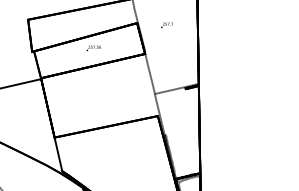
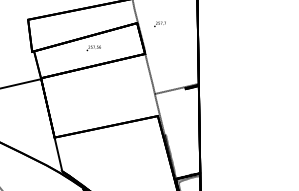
text at (166, 25) position: (166, 25) -> (159, 24)
